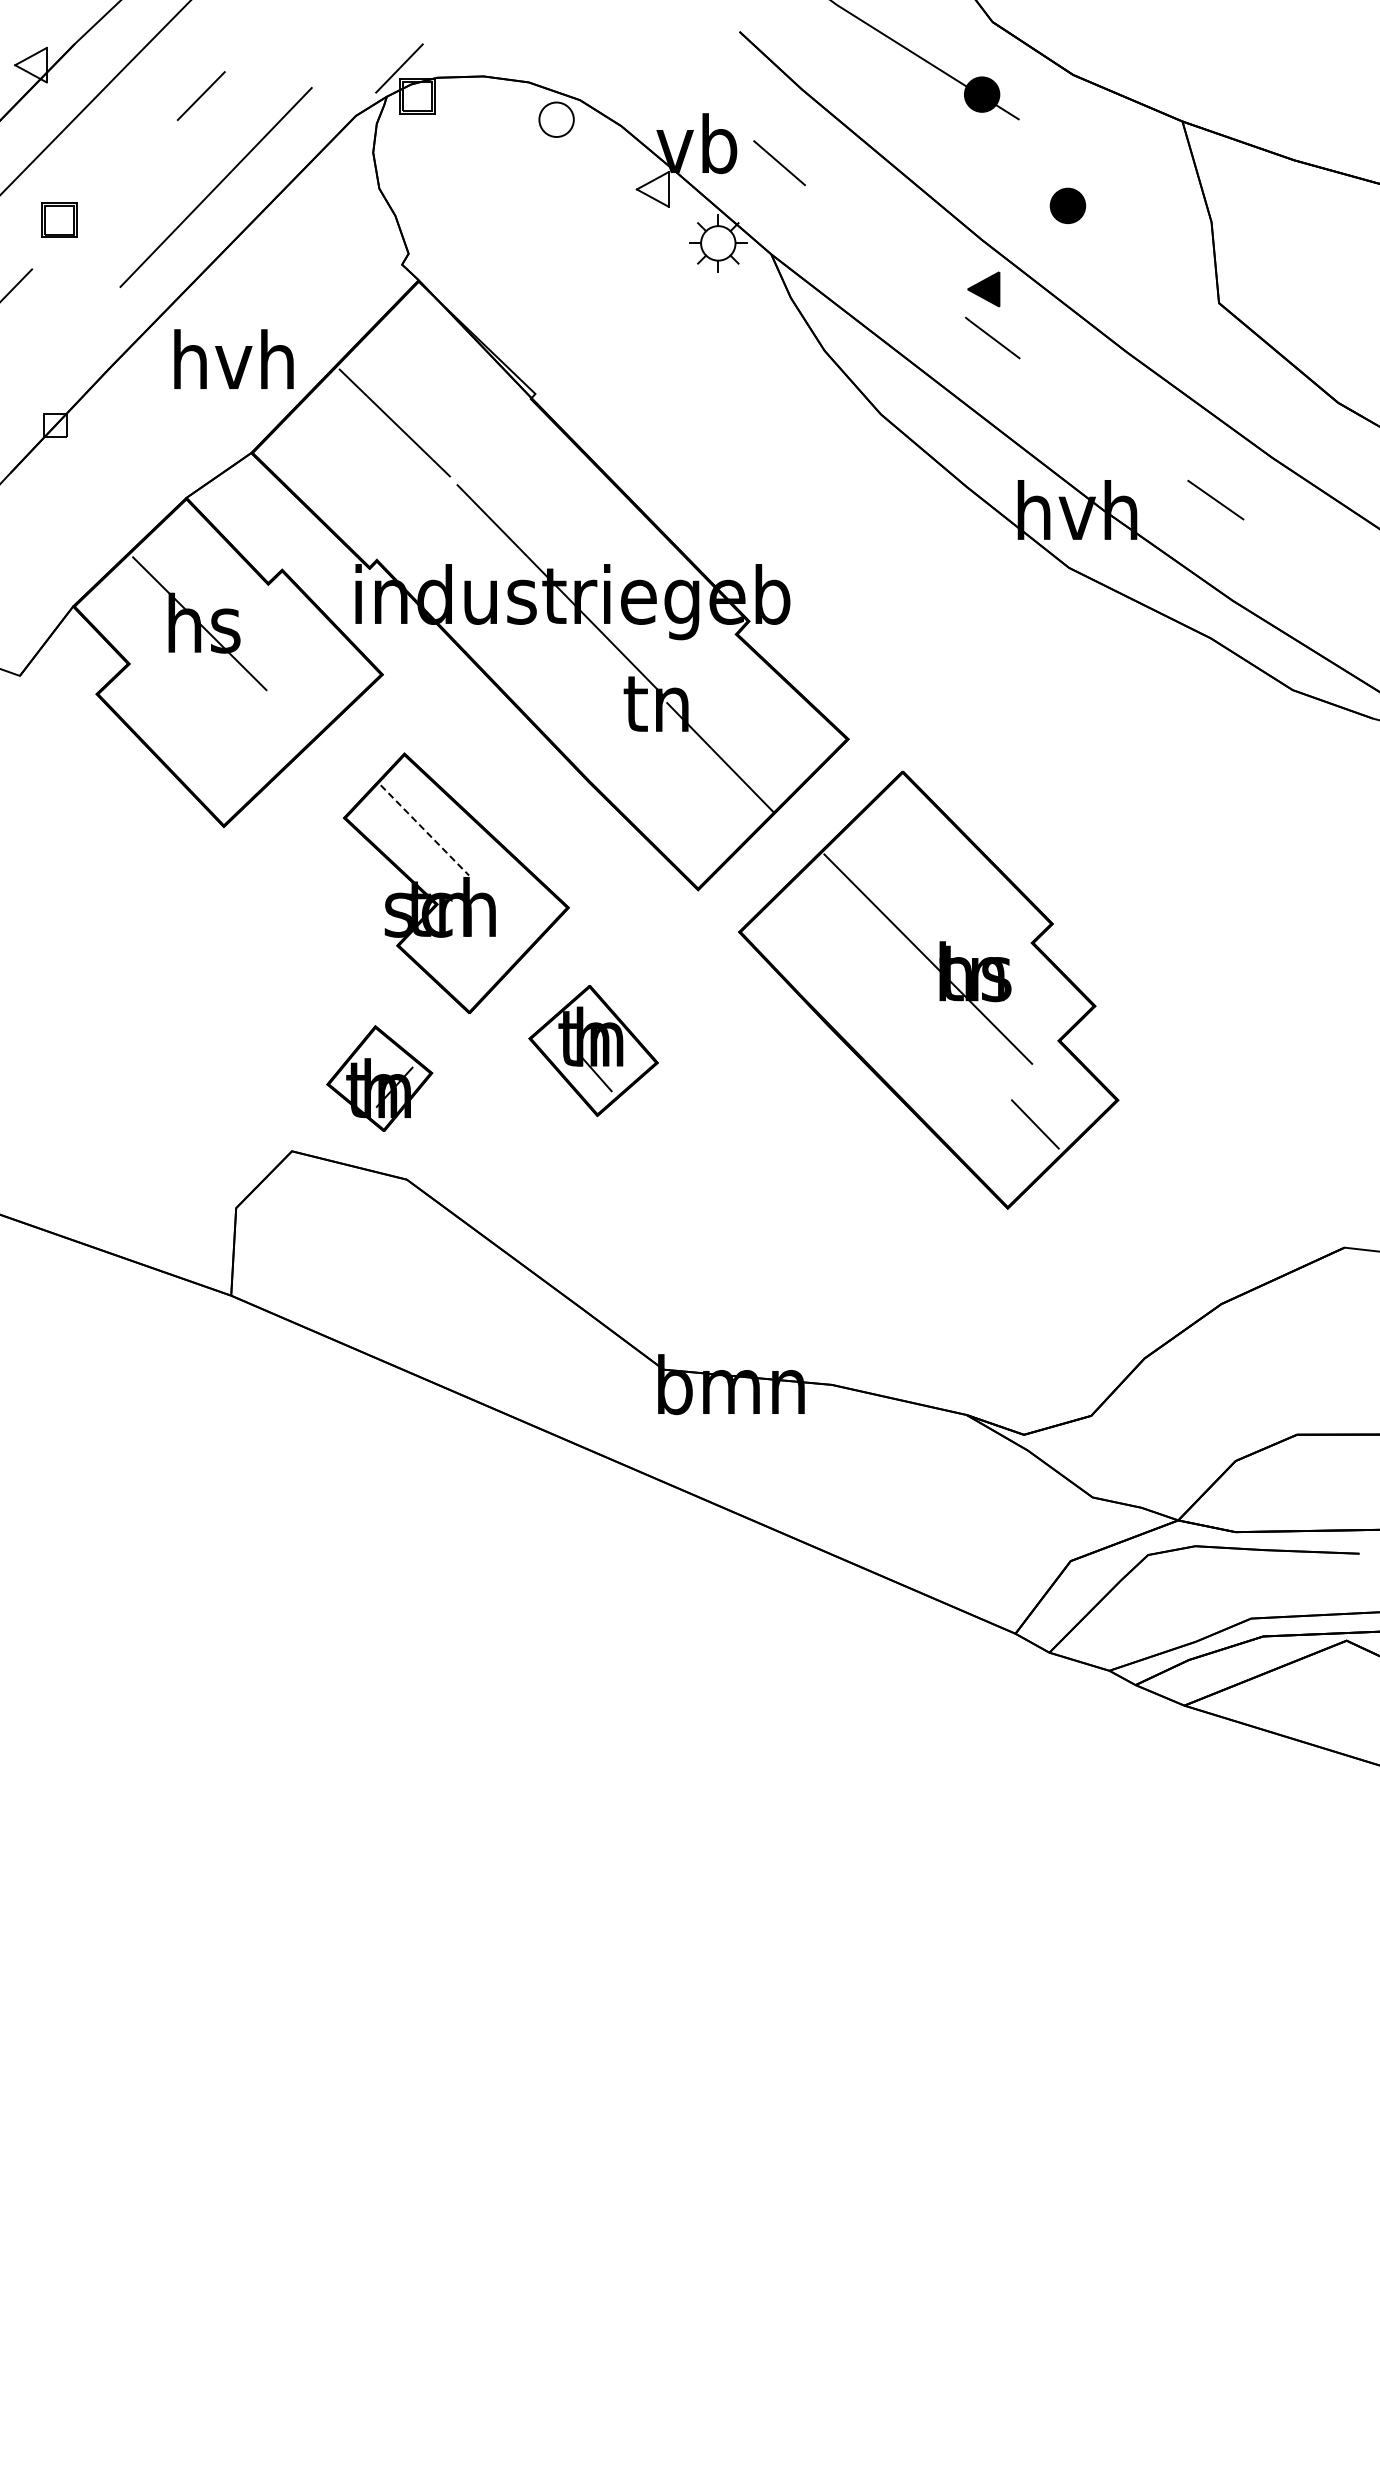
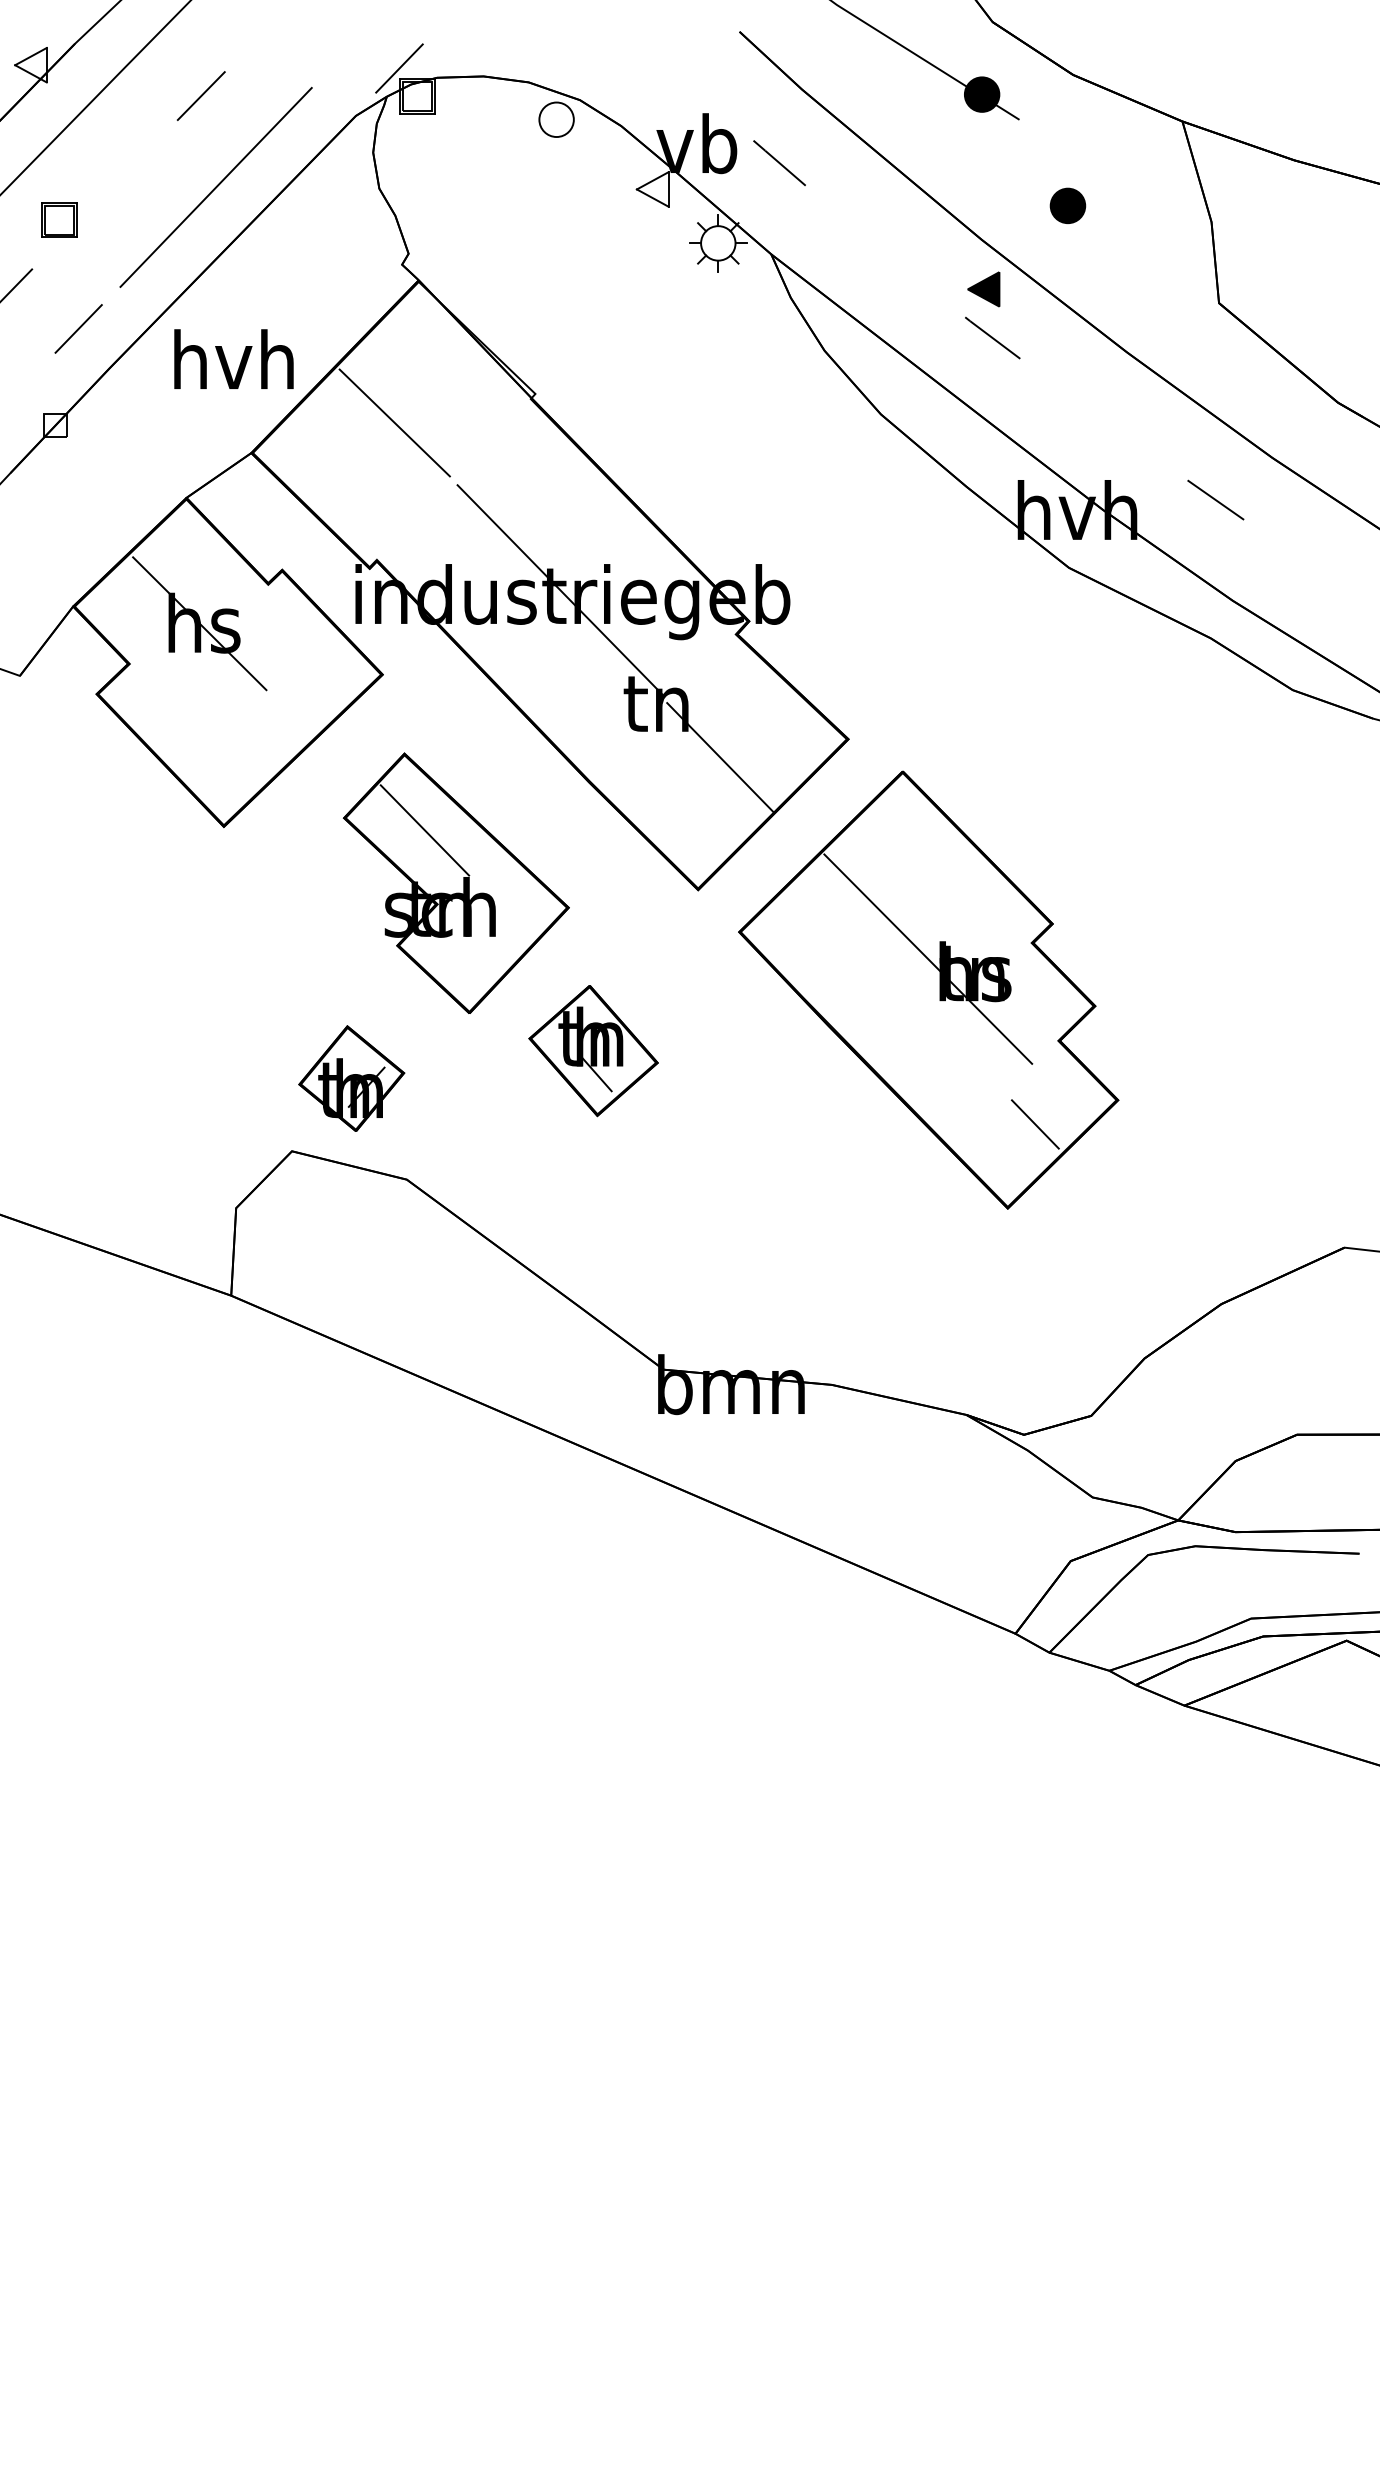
line at (78, 328): none -> present
line at (425, 830): dashed -> solid
part at (379, 1078) position: (379, 1078) -> (351, 1078)
